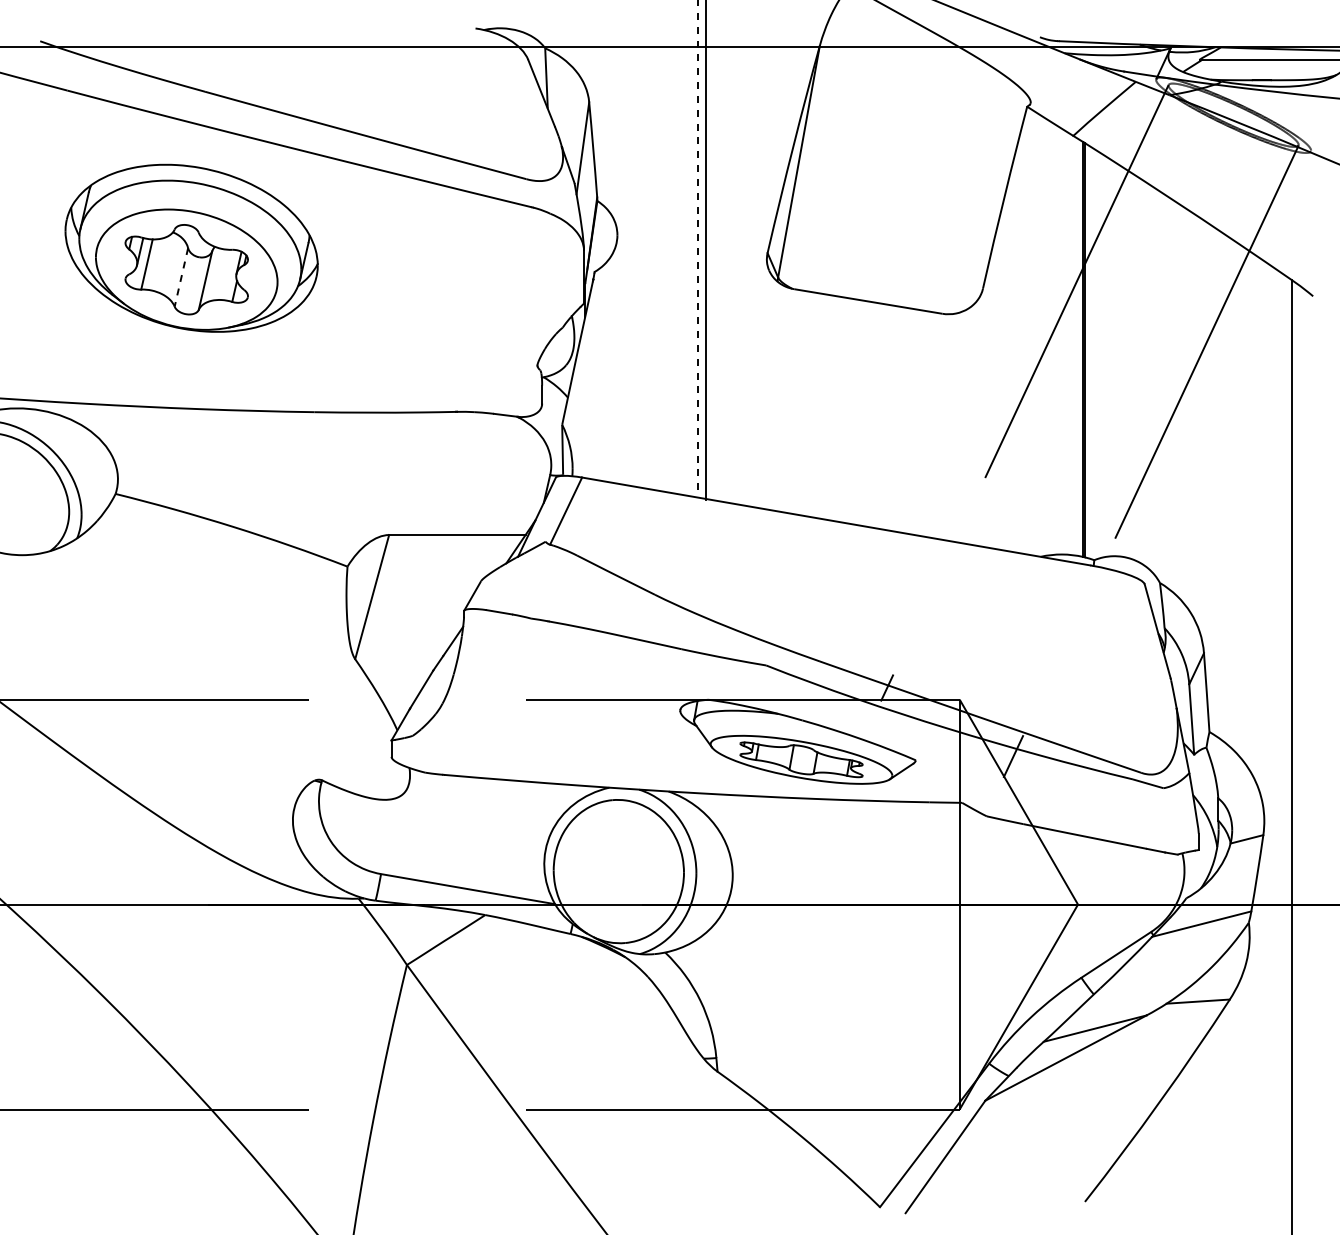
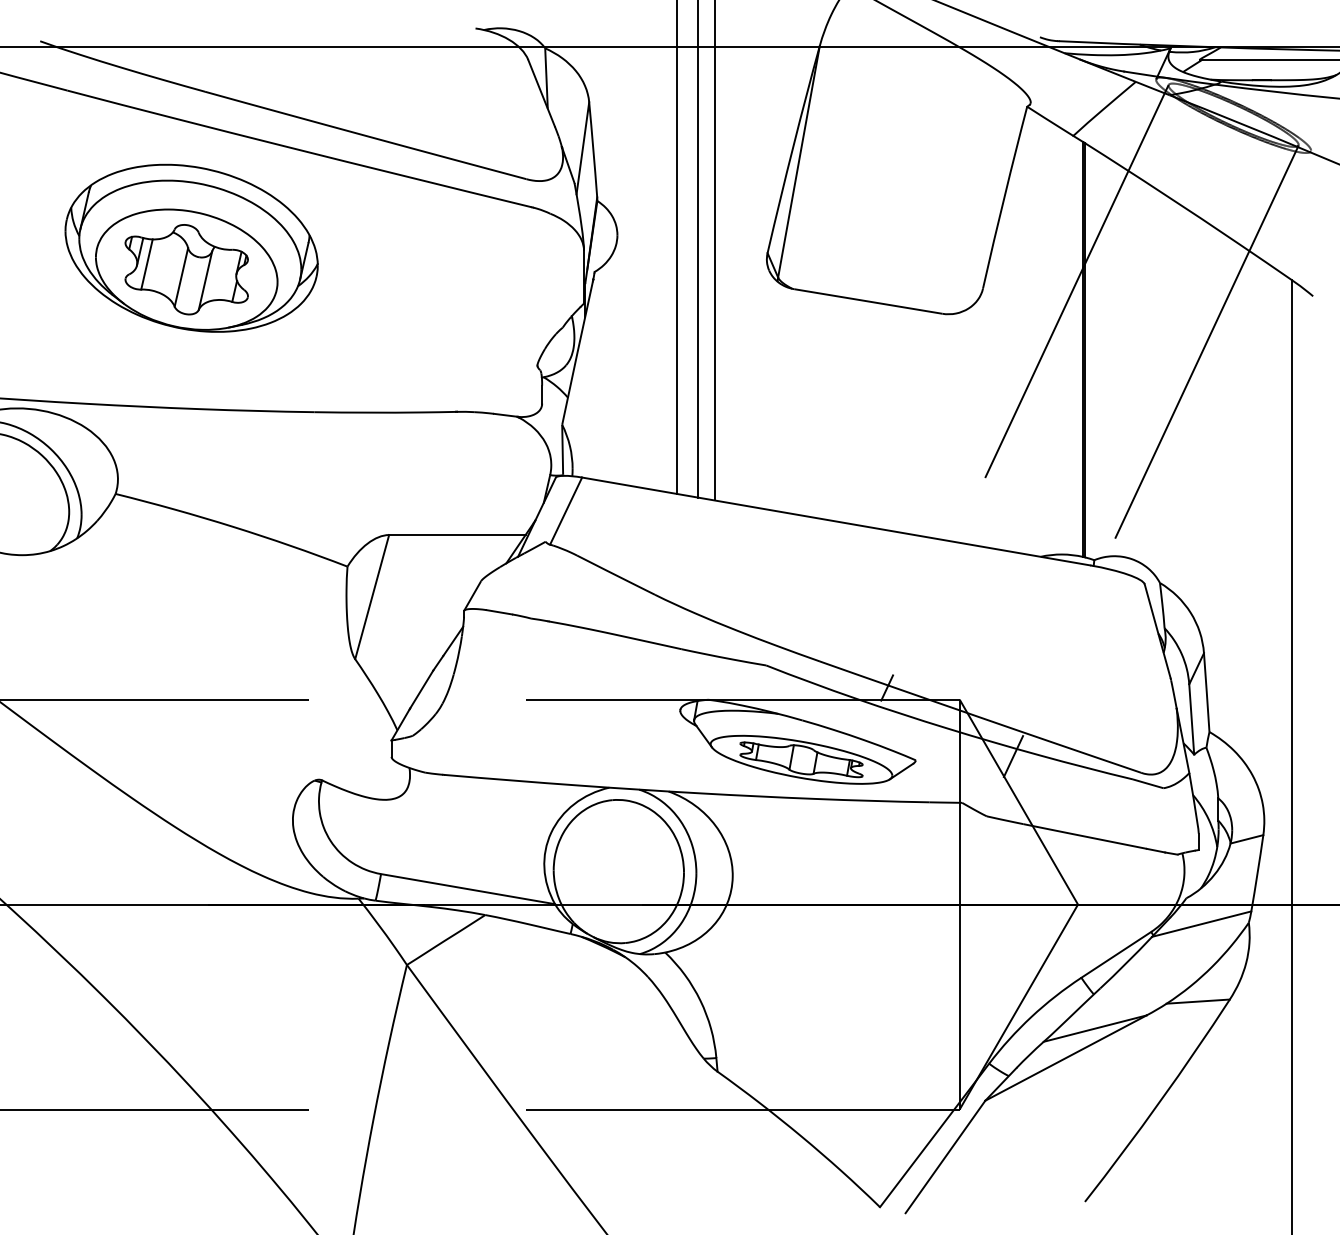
line at (677, 247): none -> present
line at (698, 249): dashed -> solid
line at (705, 251) position: (705, 251) -> (714, 251)
line at (181, 277): dashed -> solid
